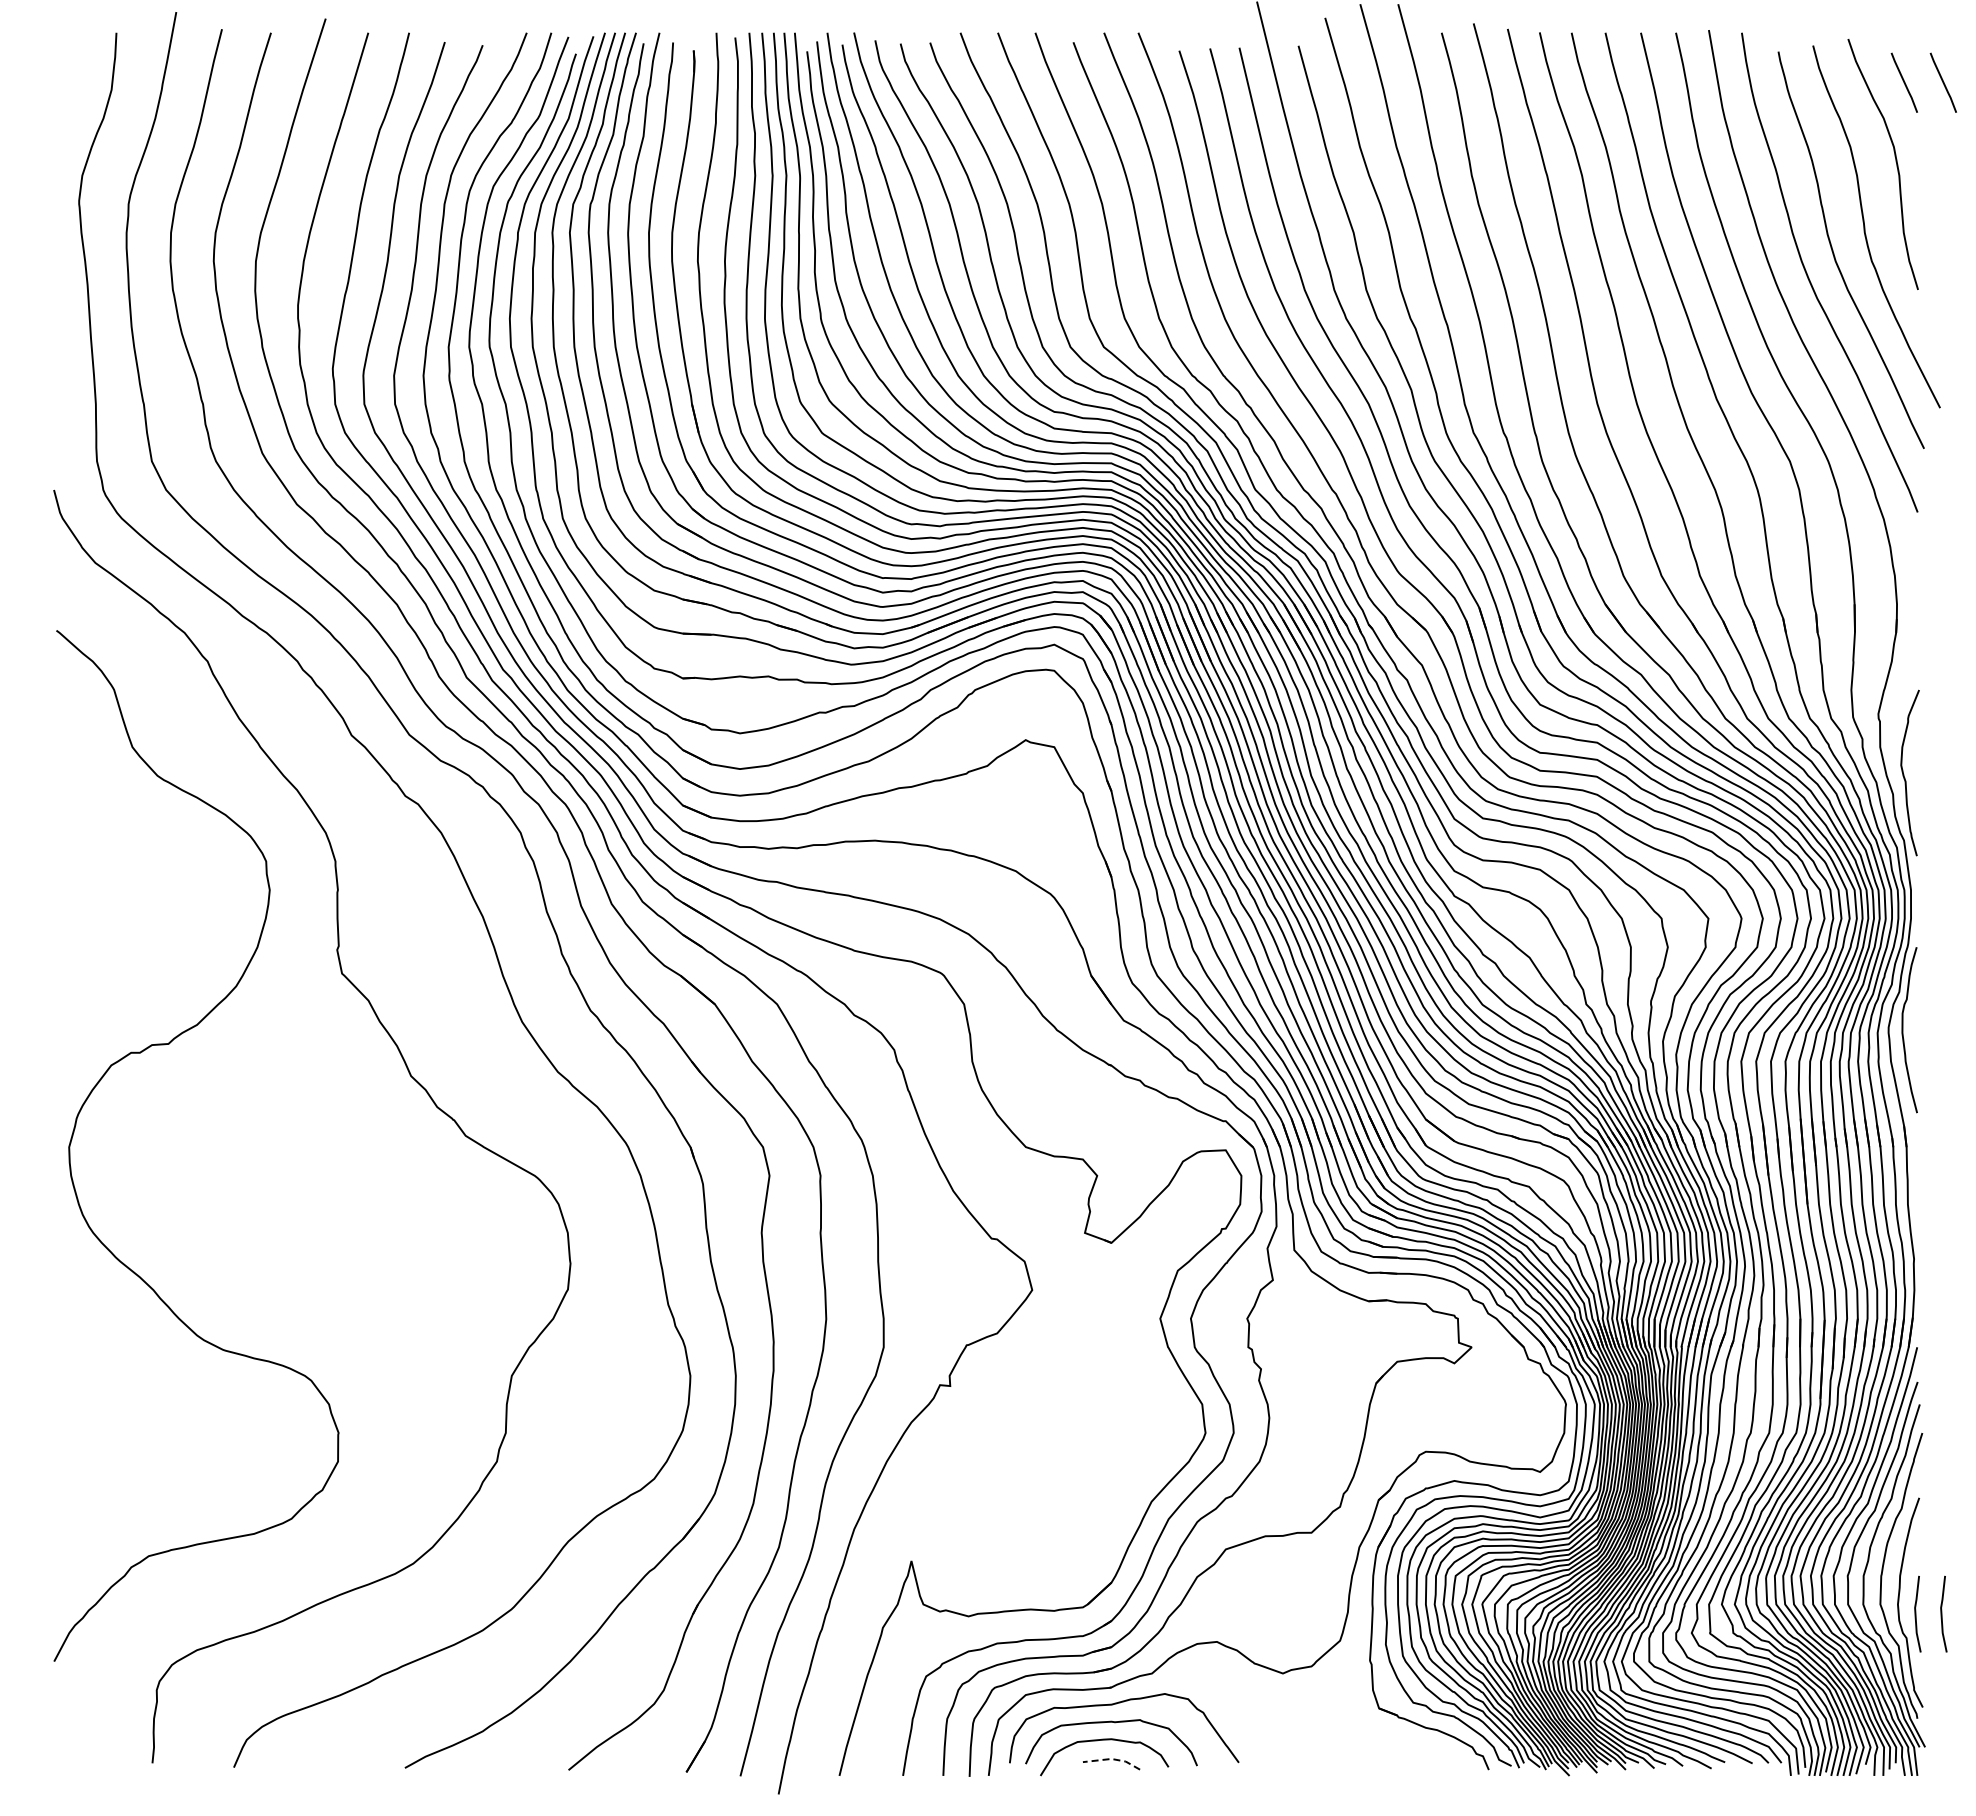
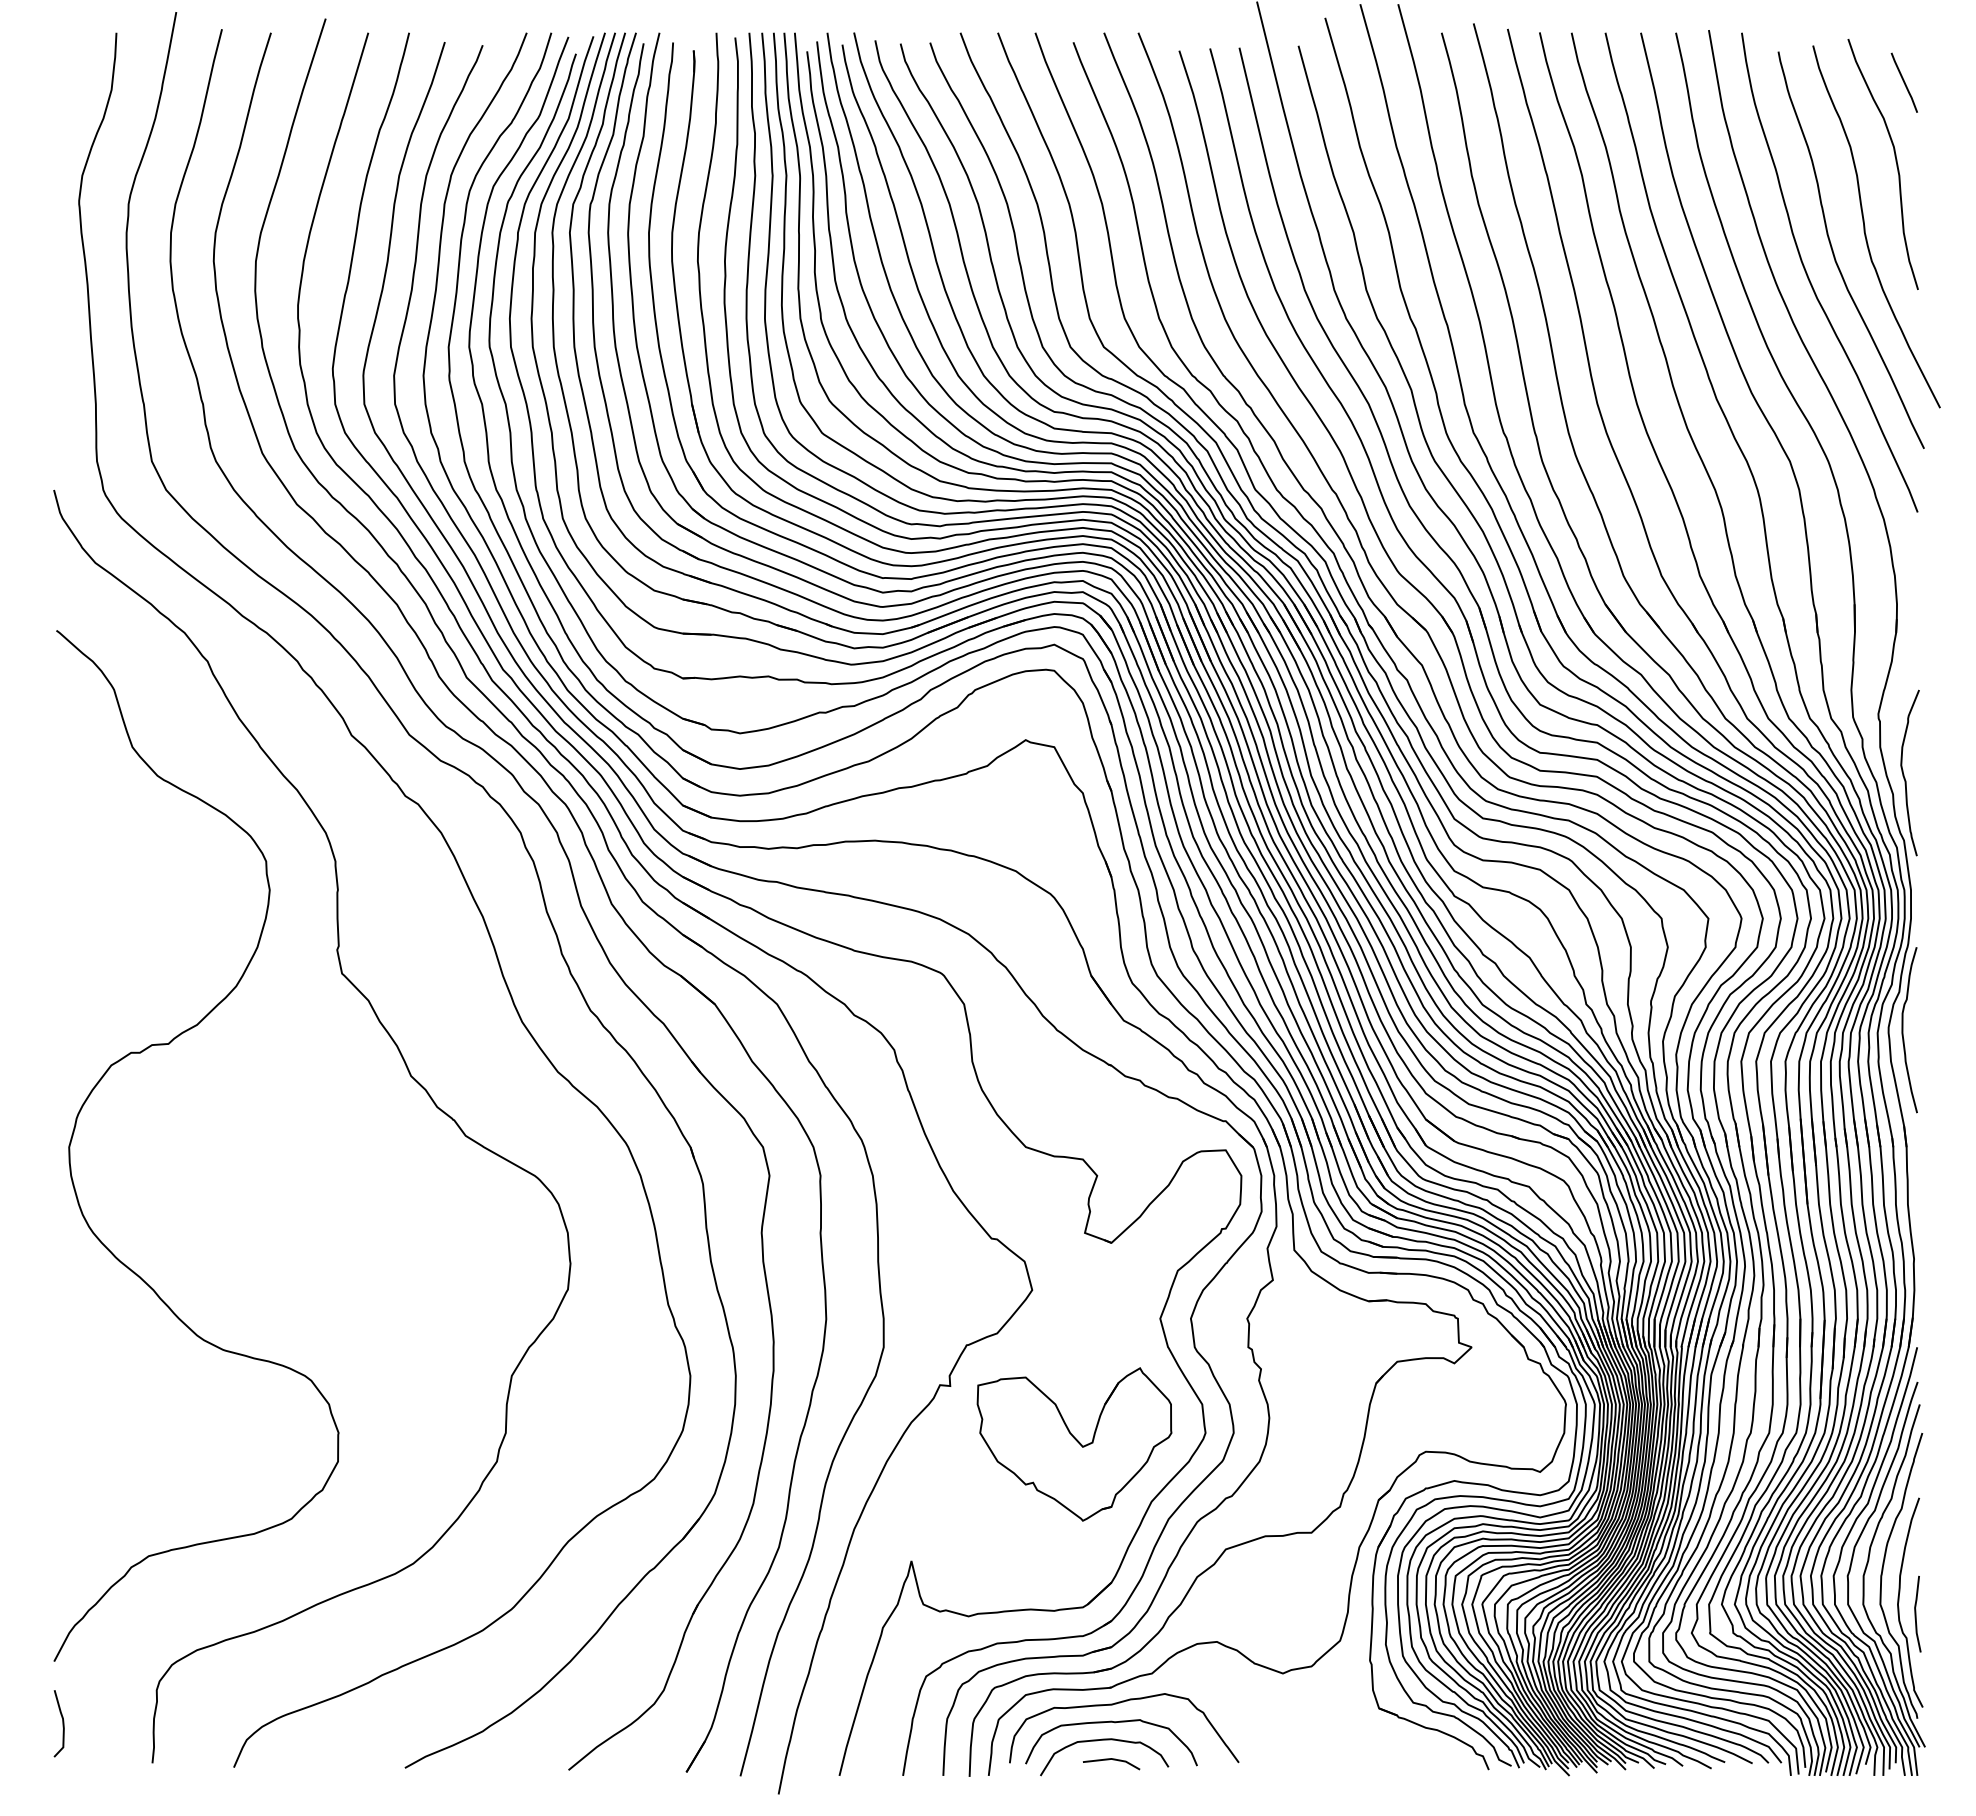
line at (1942, 82): present -> none
part at (1074, 1444): none -> present
line at (1942, 1613): present -> none
curve at (62, 1723): none -> present
line at (1112, 1759): dashed -> solid
